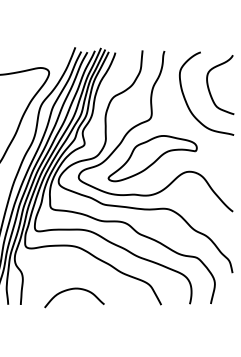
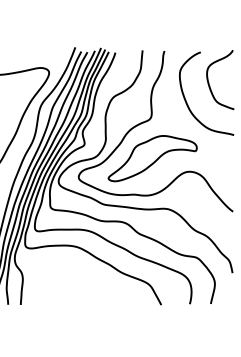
curve at (209, 87) position: (209, 87) -> (209, 82)
curve at (74, 289): present -> none
